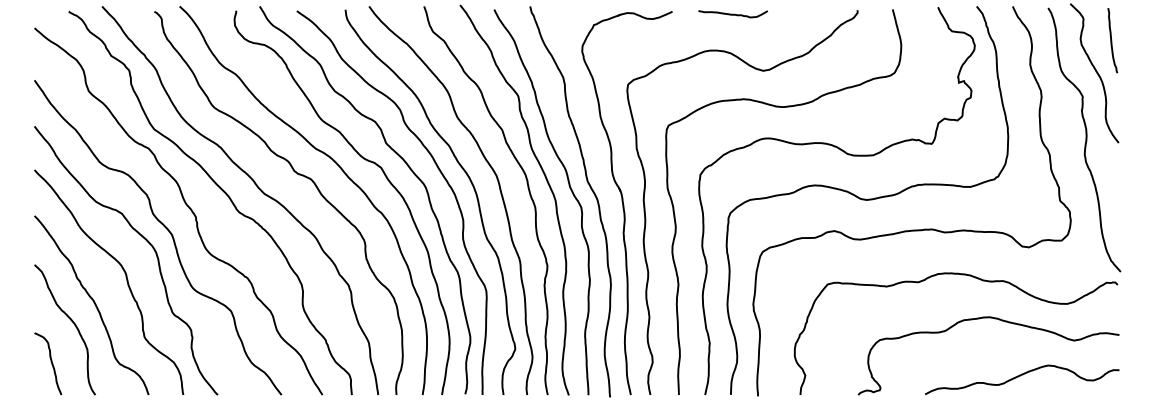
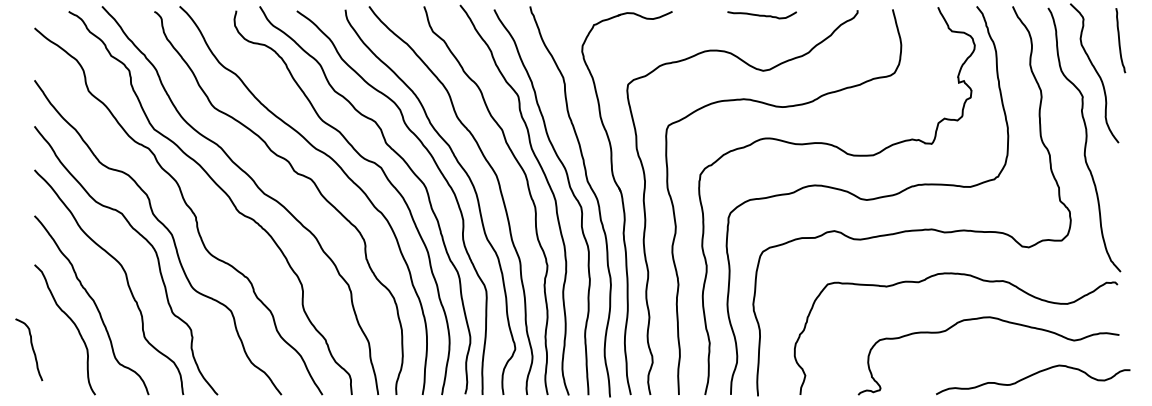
curve at (732, 14) position: (732, 14) -> (761, 15)
curve at (1112, 40) position: (1112, 40) -> (1120, 40)
curve at (50, 361) position: (50, 361) -> (31, 347)
curve at (1020, 376) position: (1020, 376) -> (1031, 376)
